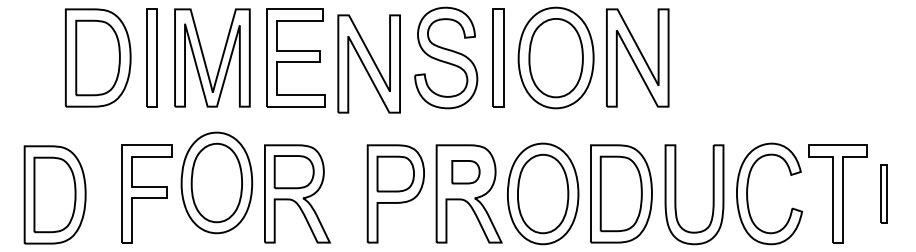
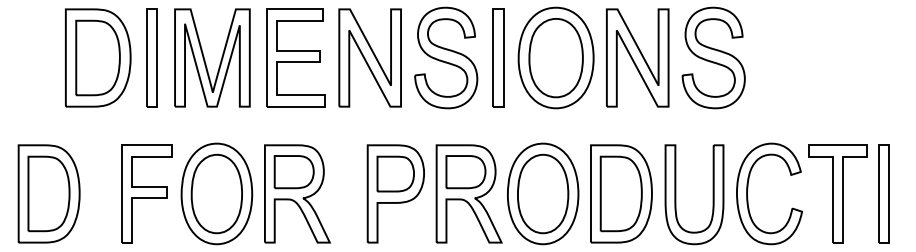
part at (713, 57): none -> present
part at (368, 63) position: (368, 63) -> (369, 57)
part at (465, 172) size: 30x25 px -> 42x35 px
part at (216, 182) position: (216, 182) -> (216, 193)
part at (883, 193) size: 8x60 px -> 12x100 px
part at (54, 194) position: (54, 194) -> (48, 193)
